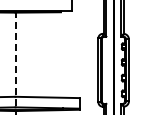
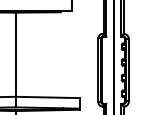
line at (15, 59): dashed -> solid
